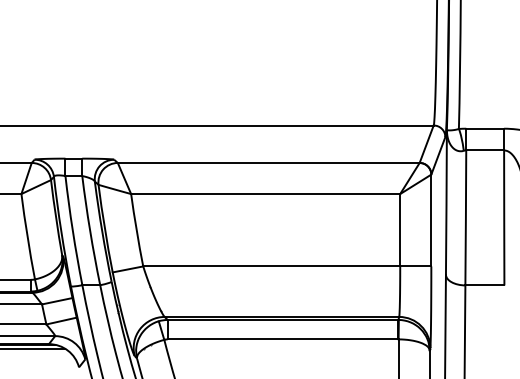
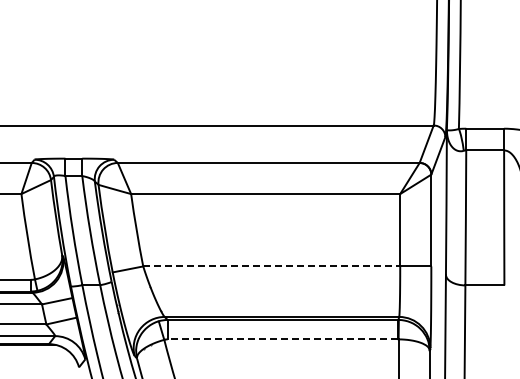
line at (272, 266): solid -> dashed
line at (282, 339): solid -> dashed
line at (33, 348): present -> none
